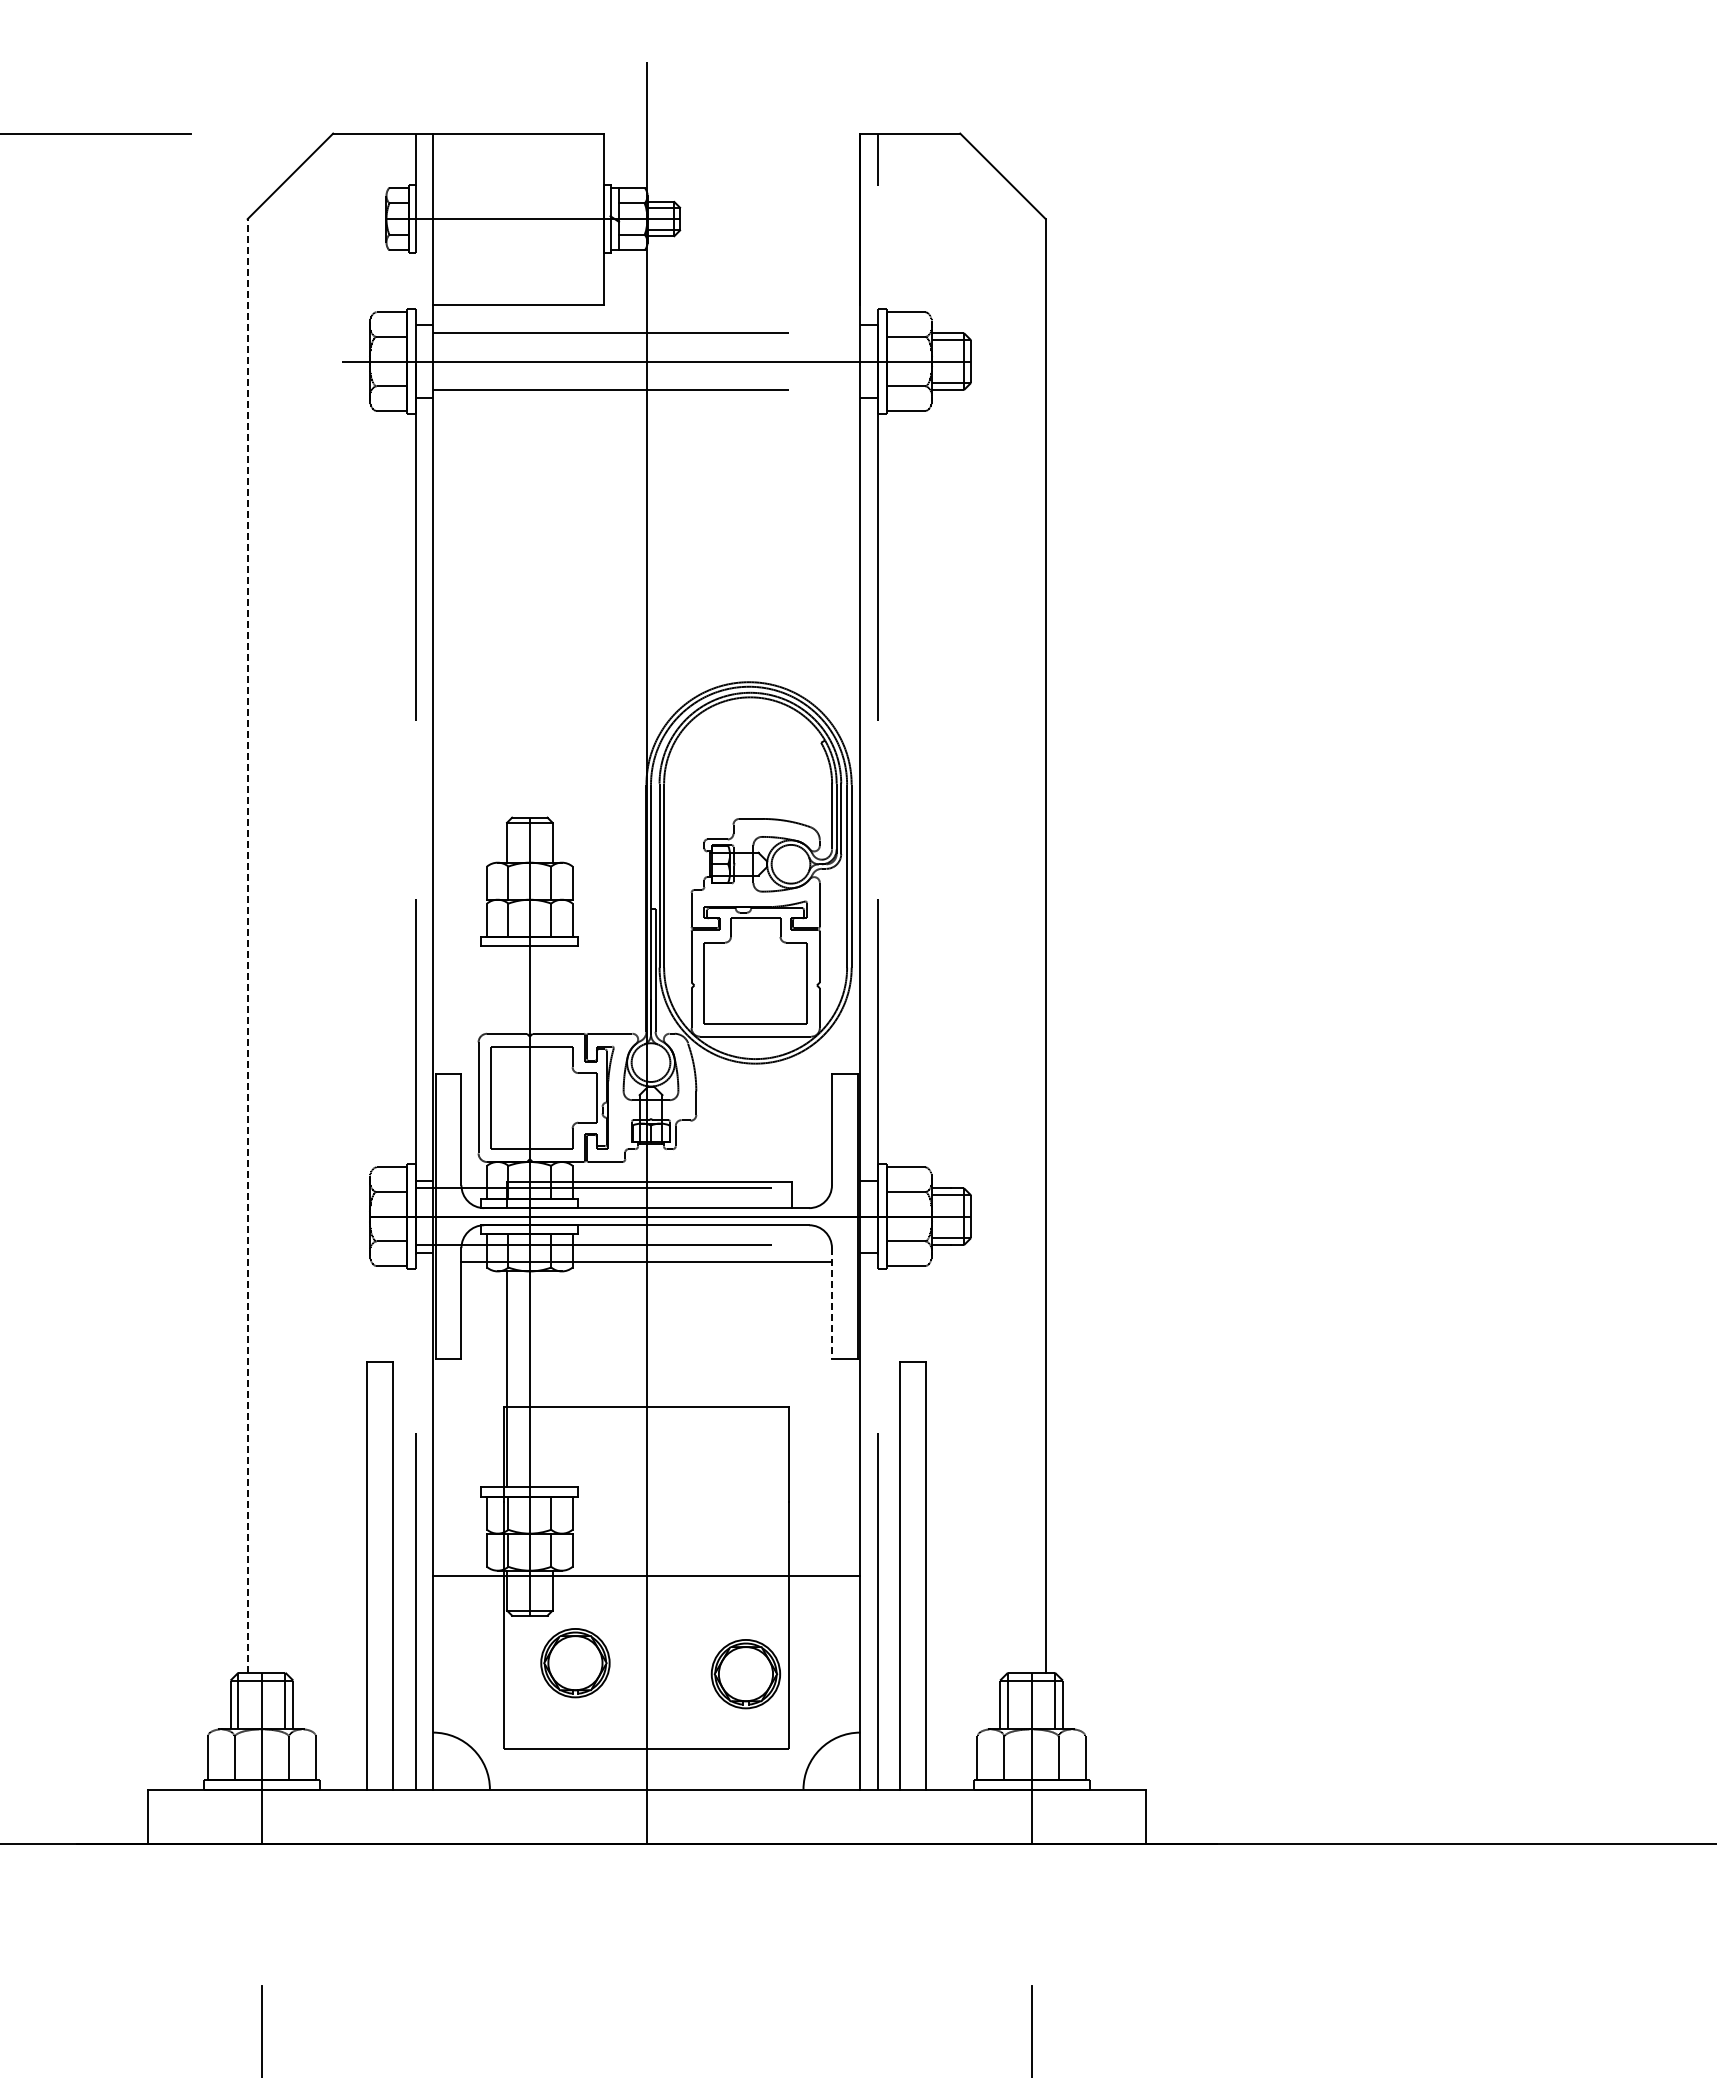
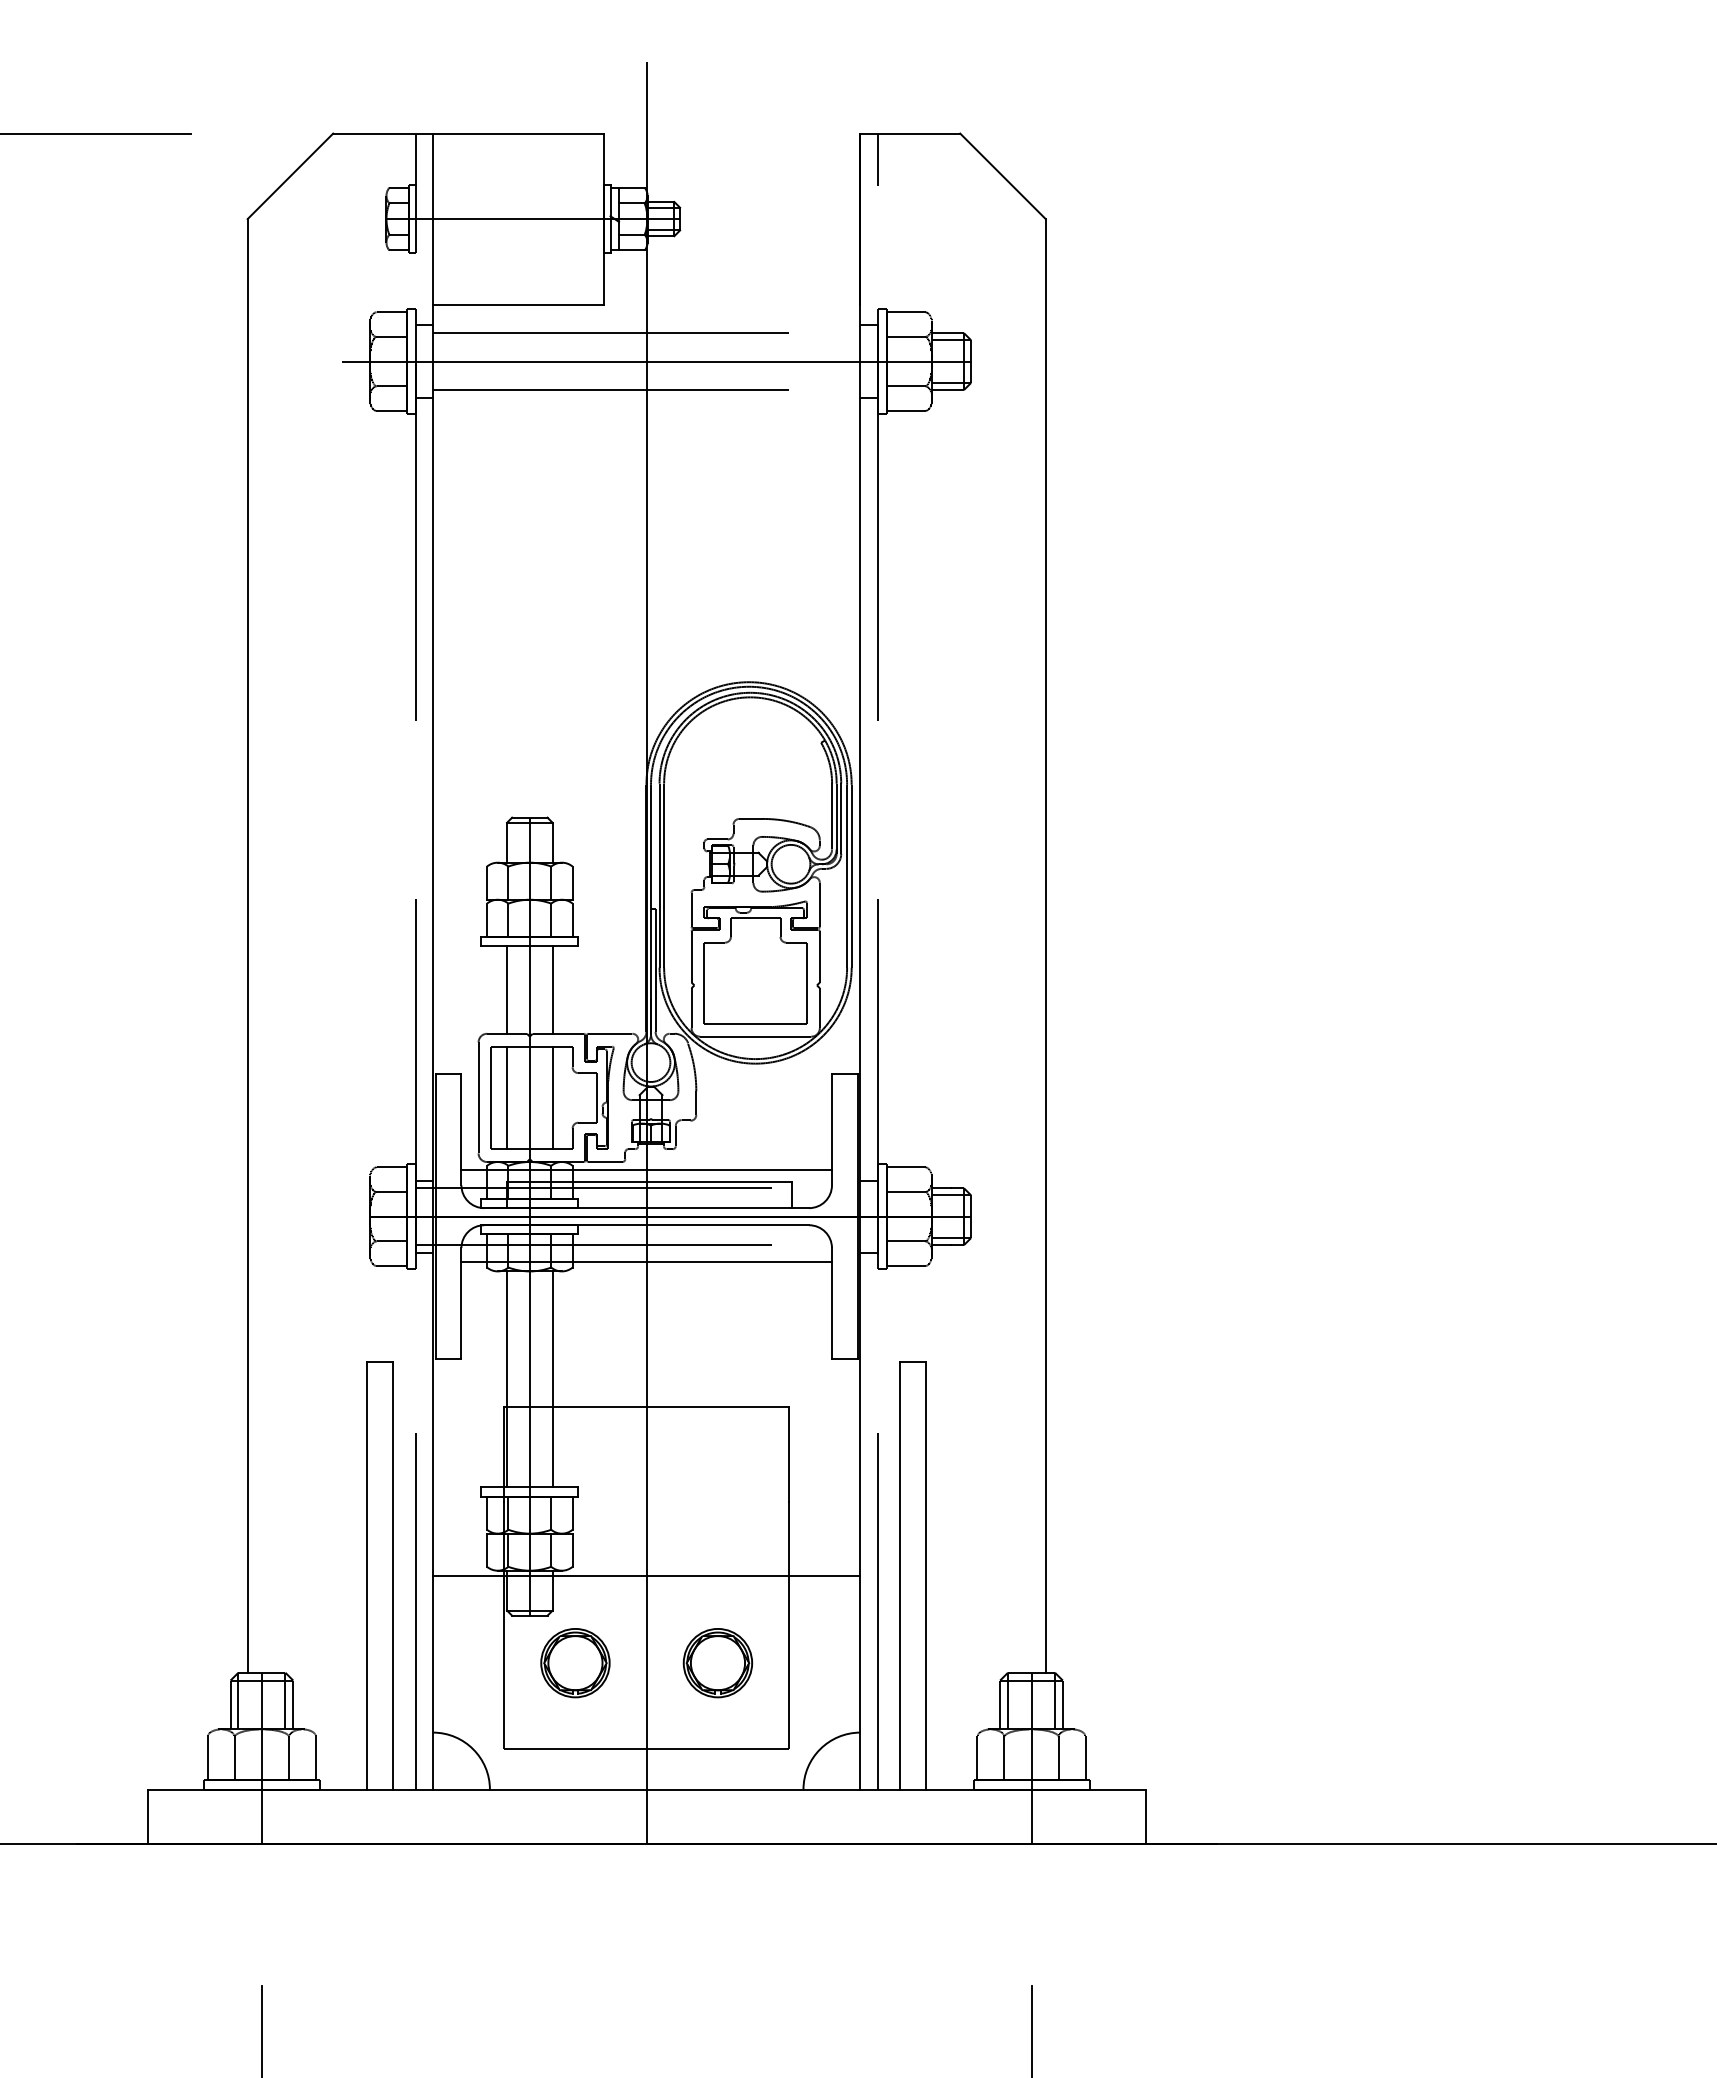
line at (247, 945): dashed -> solid
line at (507, 989): none -> present
line at (552, 989): none -> present
line at (507, 1097): none -> present
line at (552, 1097): none -> present
line at (646, 1169): none -> present
line at (831, 1303): dashed -> solid
line at (552, 1378): none -> present
part at (745, 1674) position: (745, 1674) -> (717, 1663)
